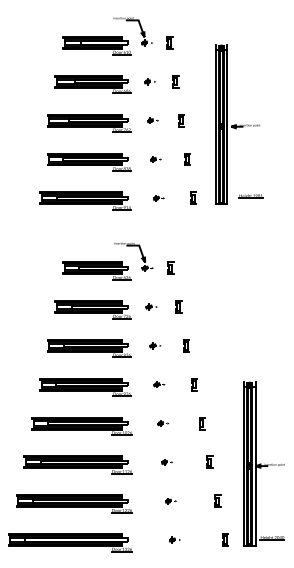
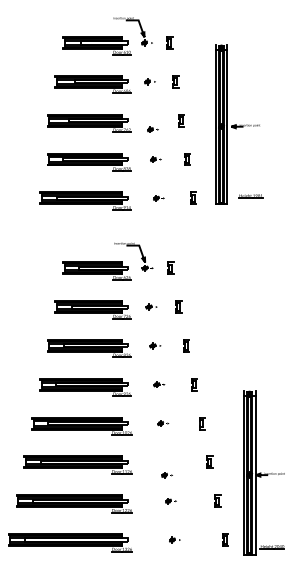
part at (152, 120) position: (152, 120) -> (152, 129)
part at (166, 462) position: (166, 462) -> (166, 475)
part at (263, 463) position: (263, 463) -> (263, 472)
